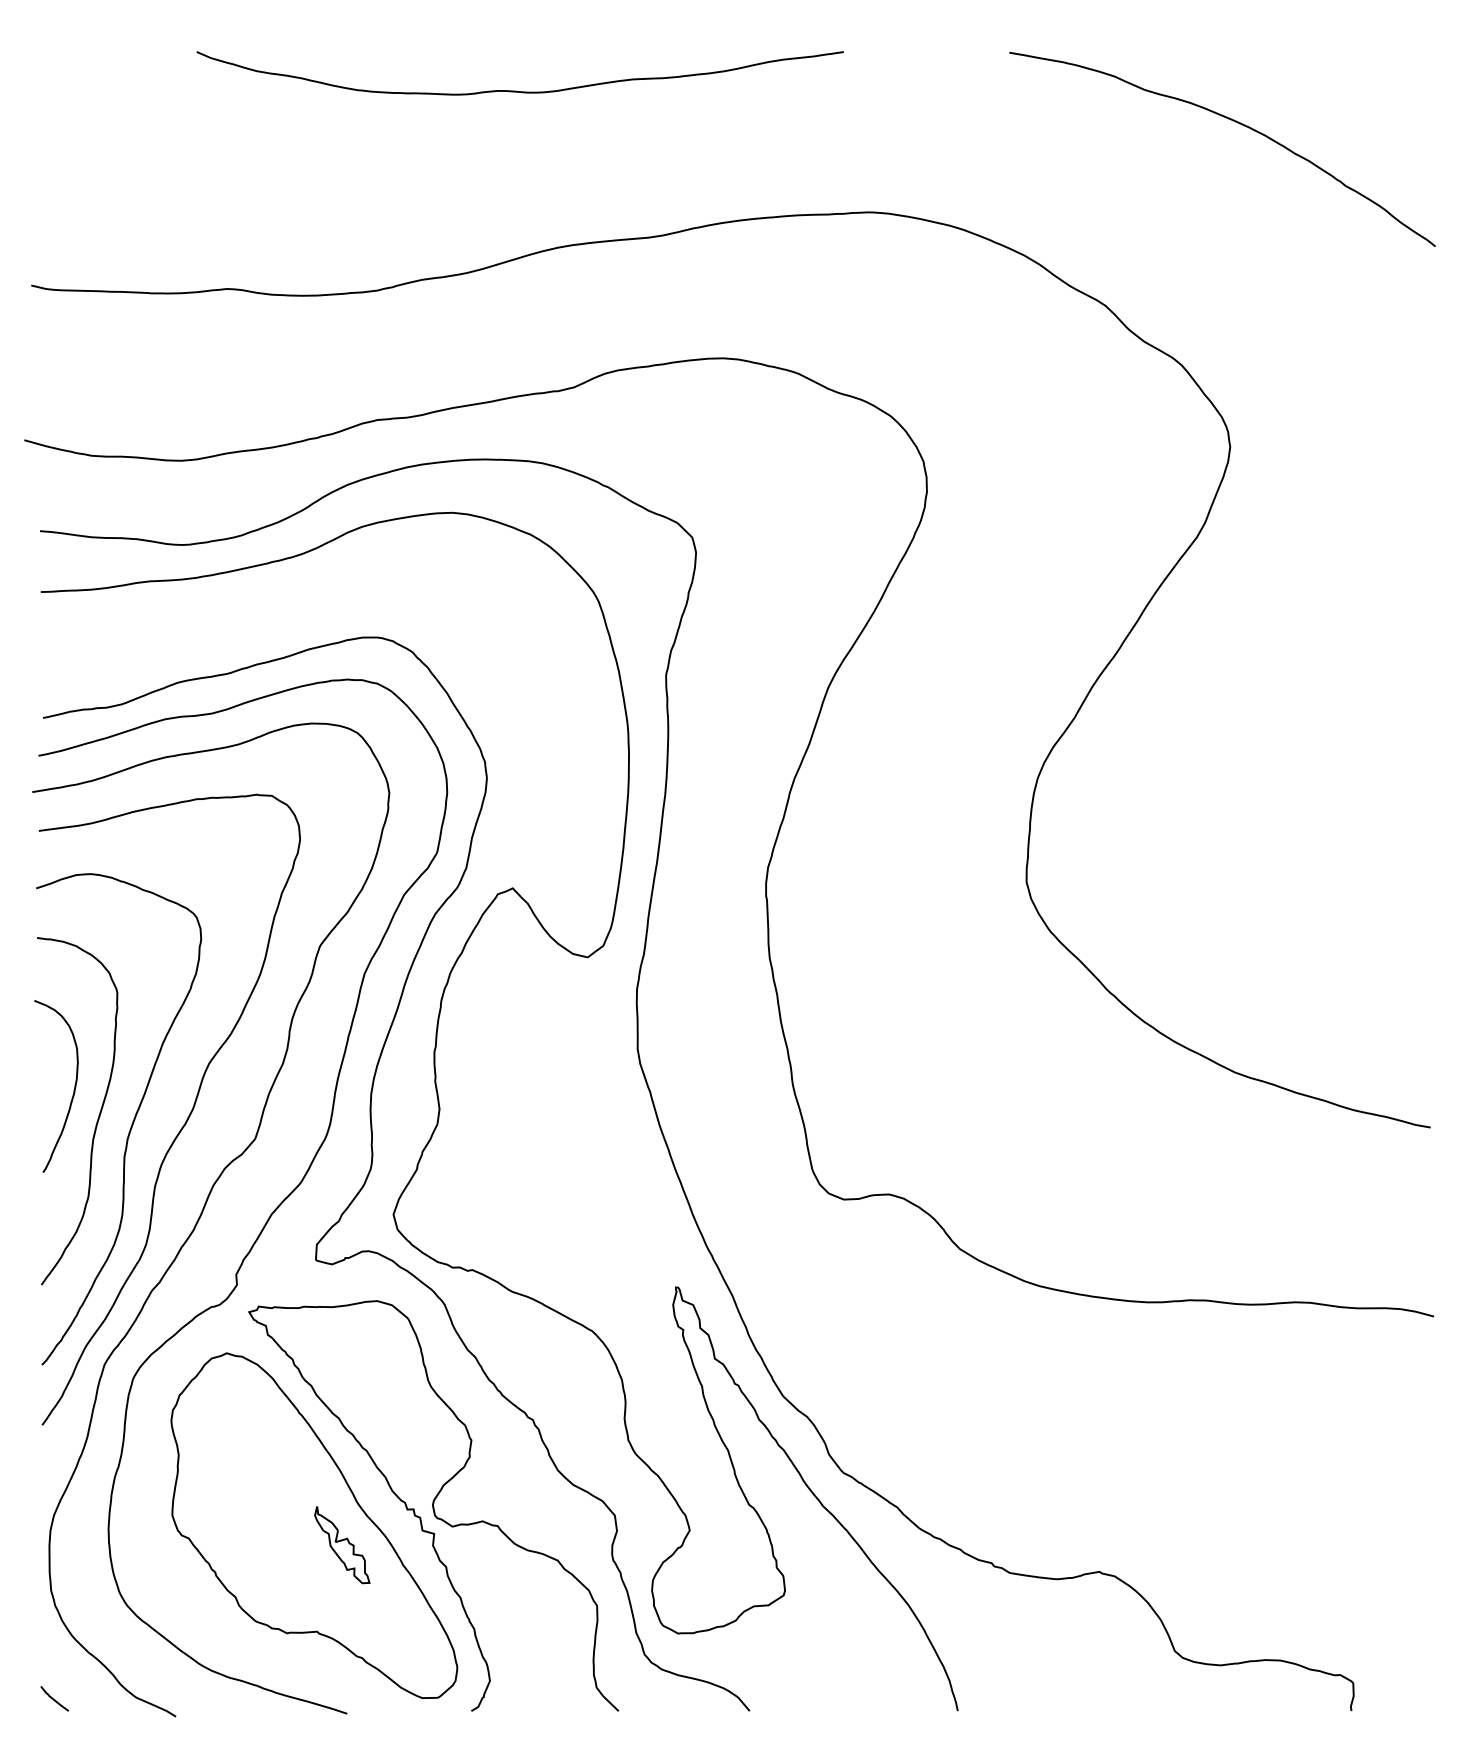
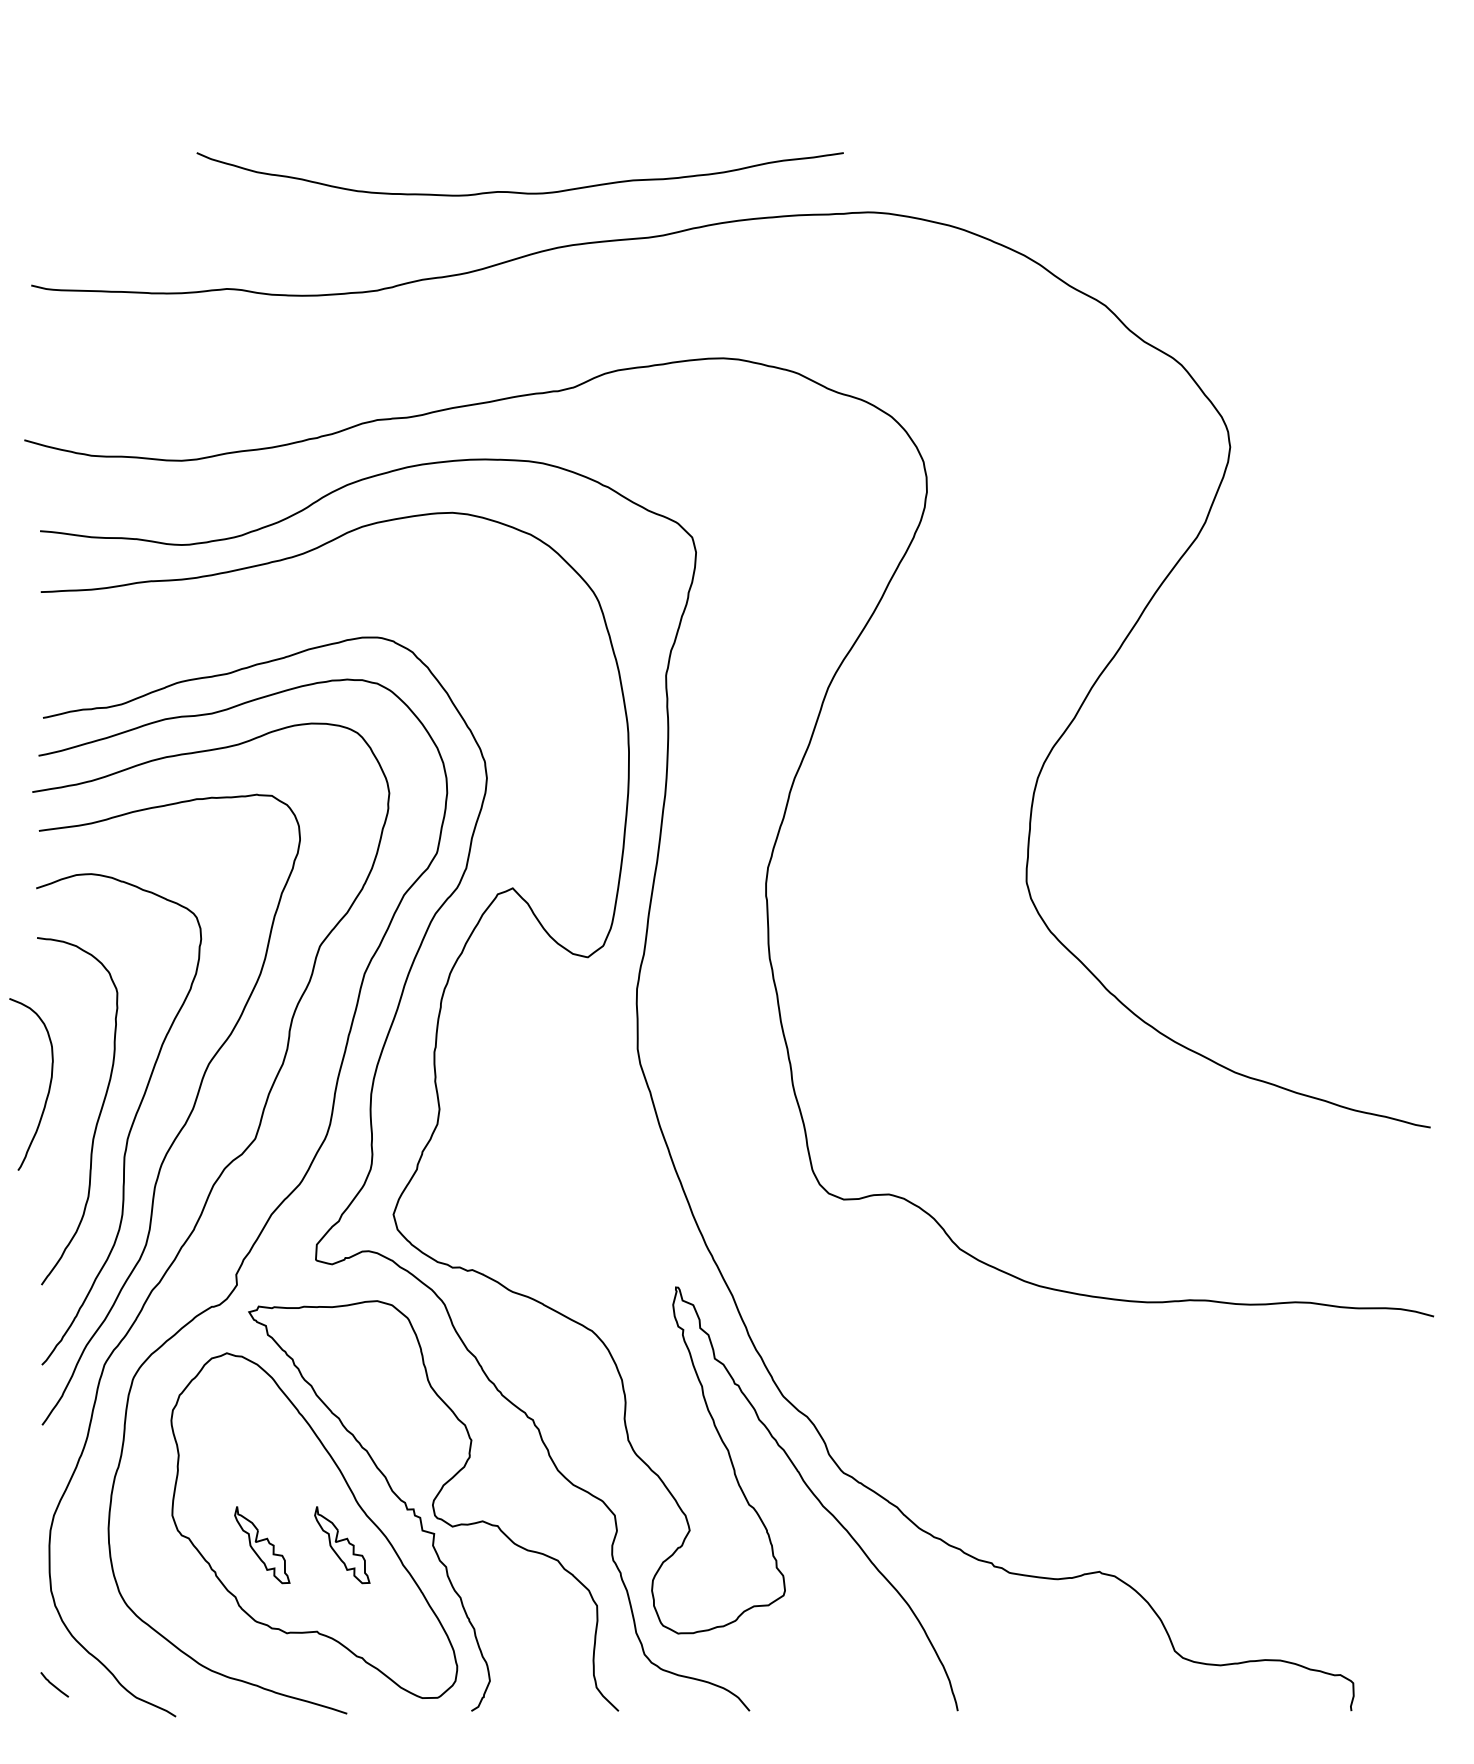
curve at (516, 90) position: (516, 90) -> (516, 191)
curve at (1235, 122): present -> none
curve at (73, 1090) position: (73, 1090) -> (48, 1088)
part at (262, 1545): none -> present
curve at (53, 1698) position: (53, 1698) -> (53, 1684)
